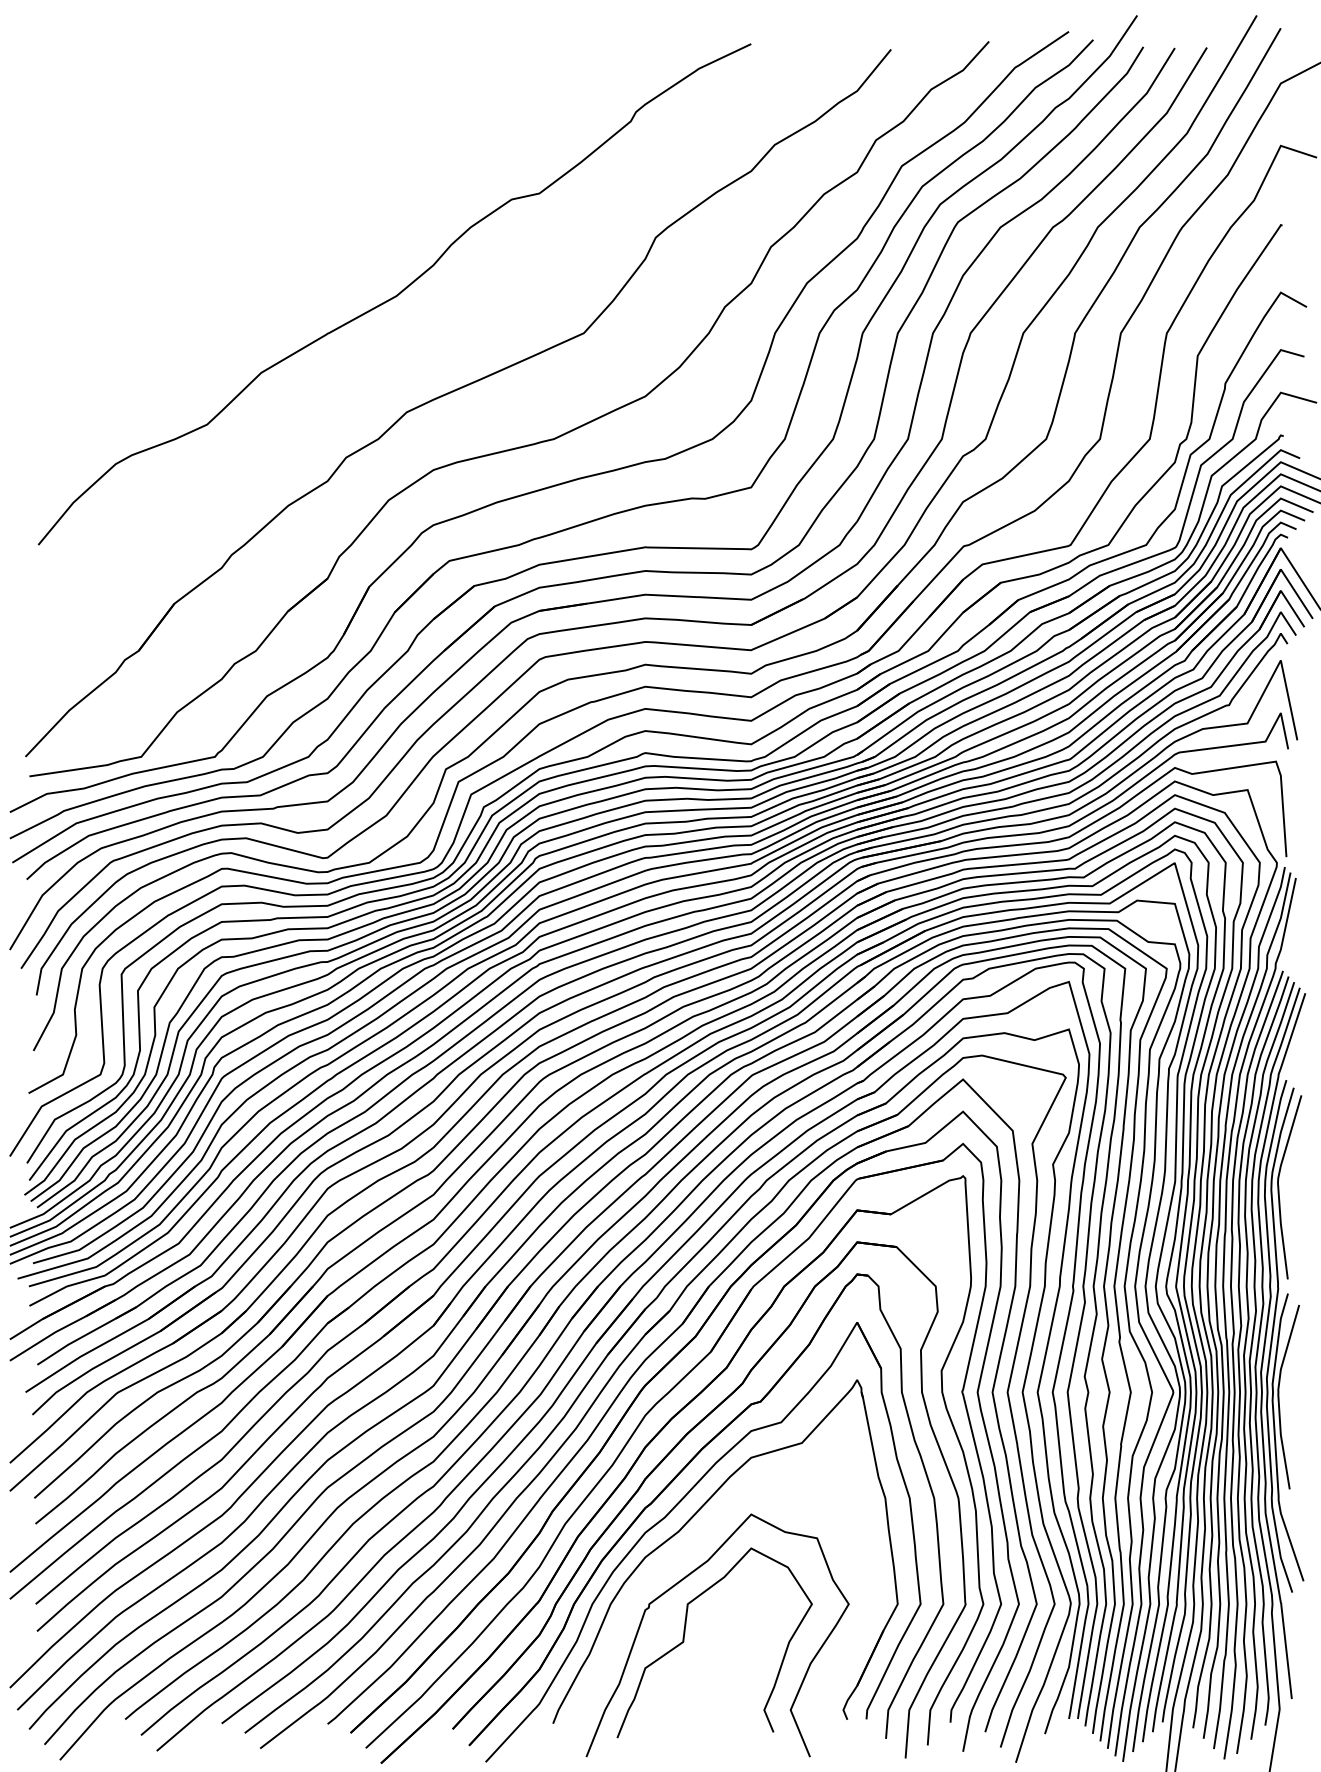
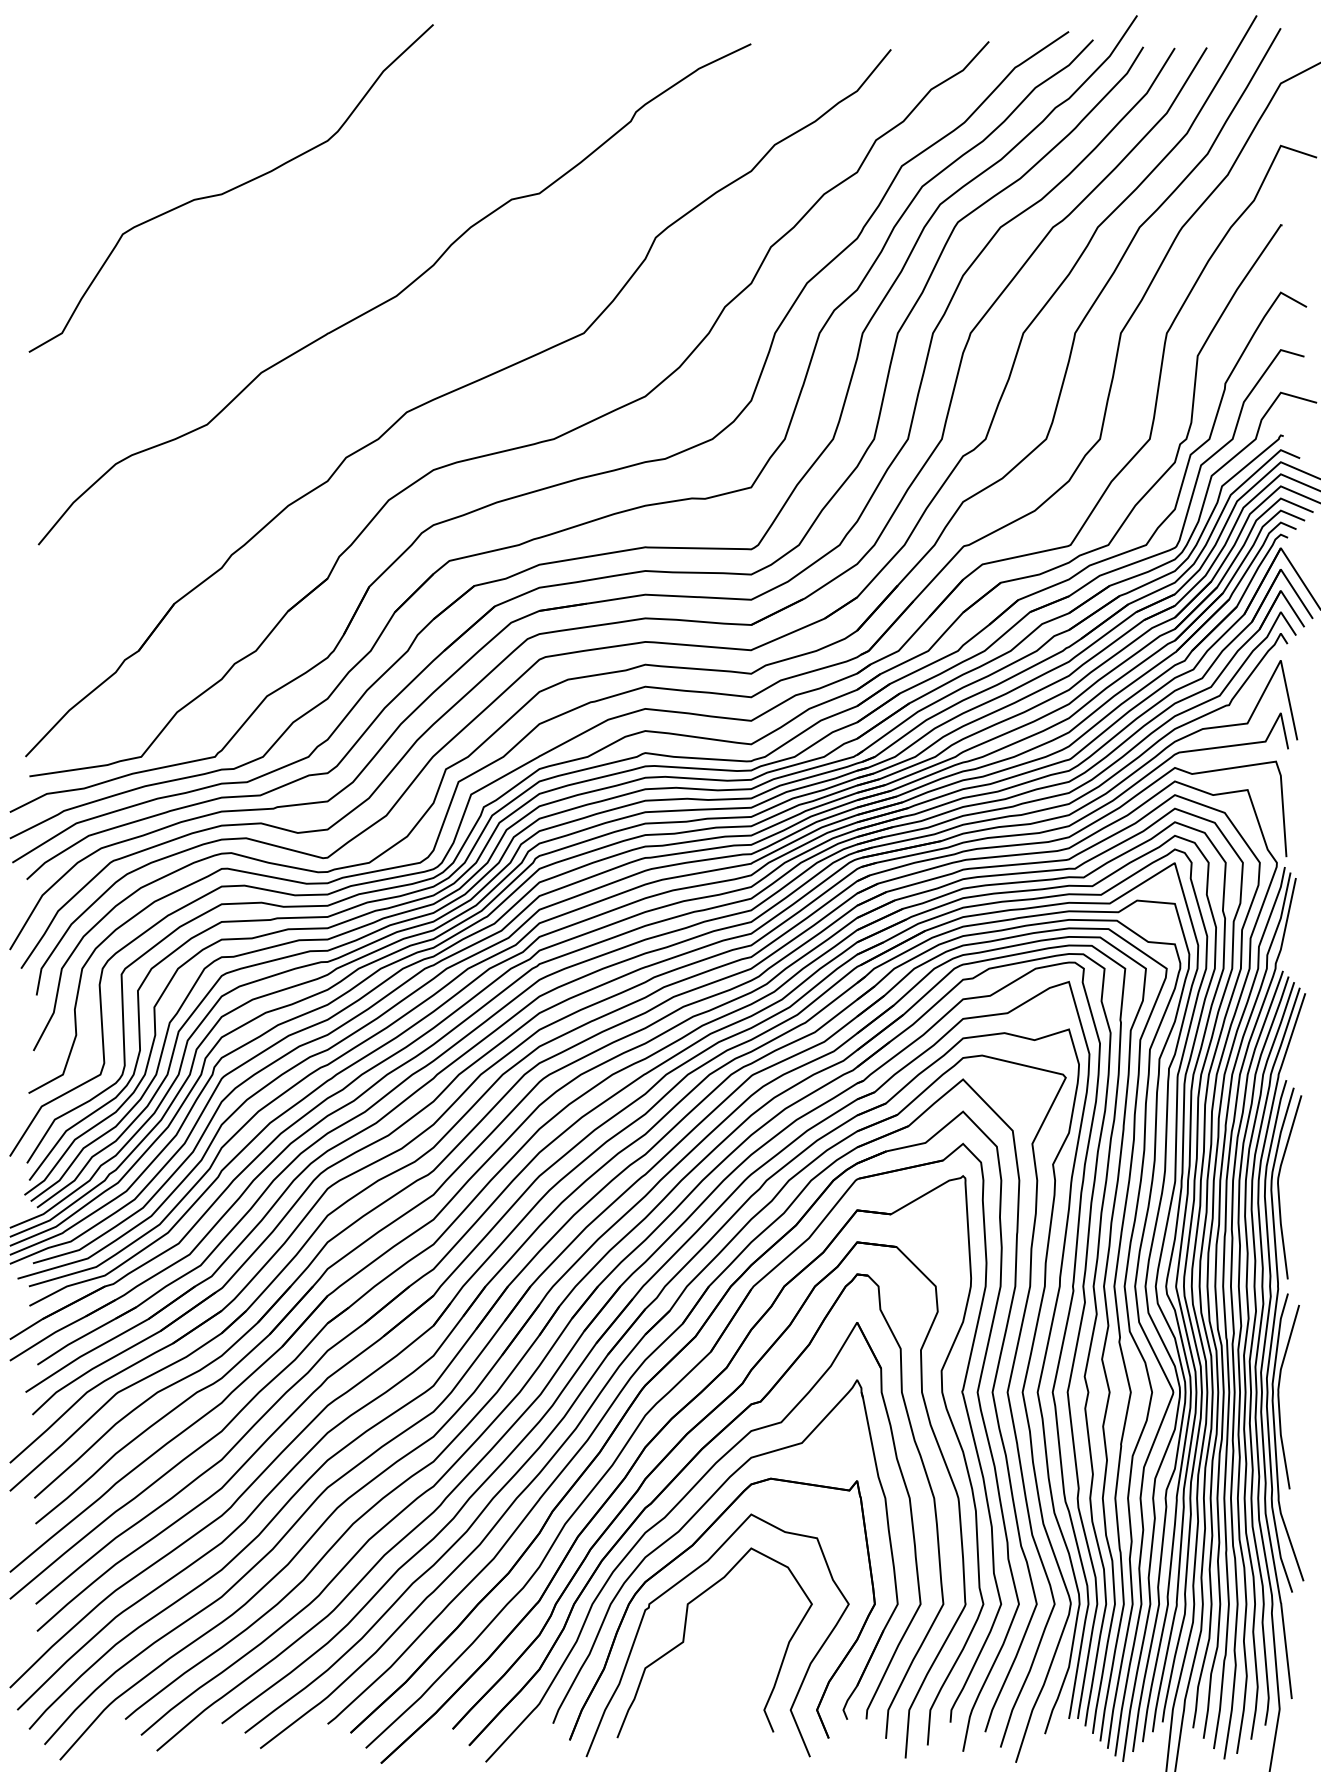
curve at (231, 188): none -> present
part at (680, 1556): none -> present
